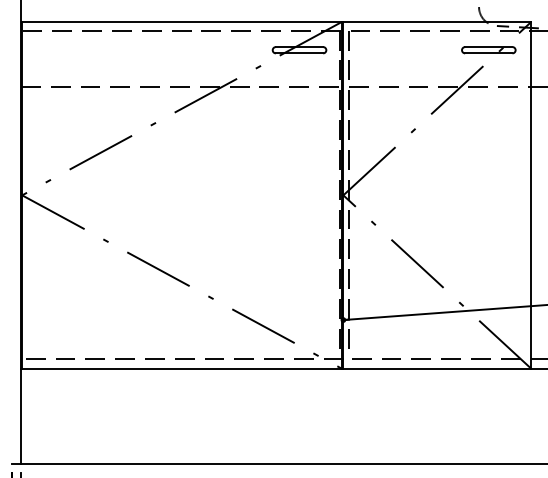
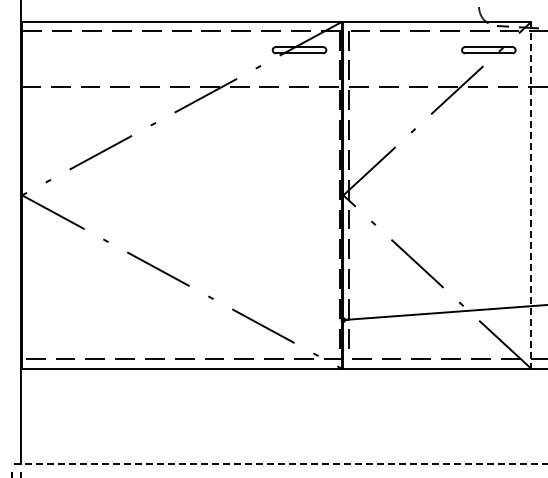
line at (531, 195): solid -> dashed
line at (279, 463): solid -> dashed
